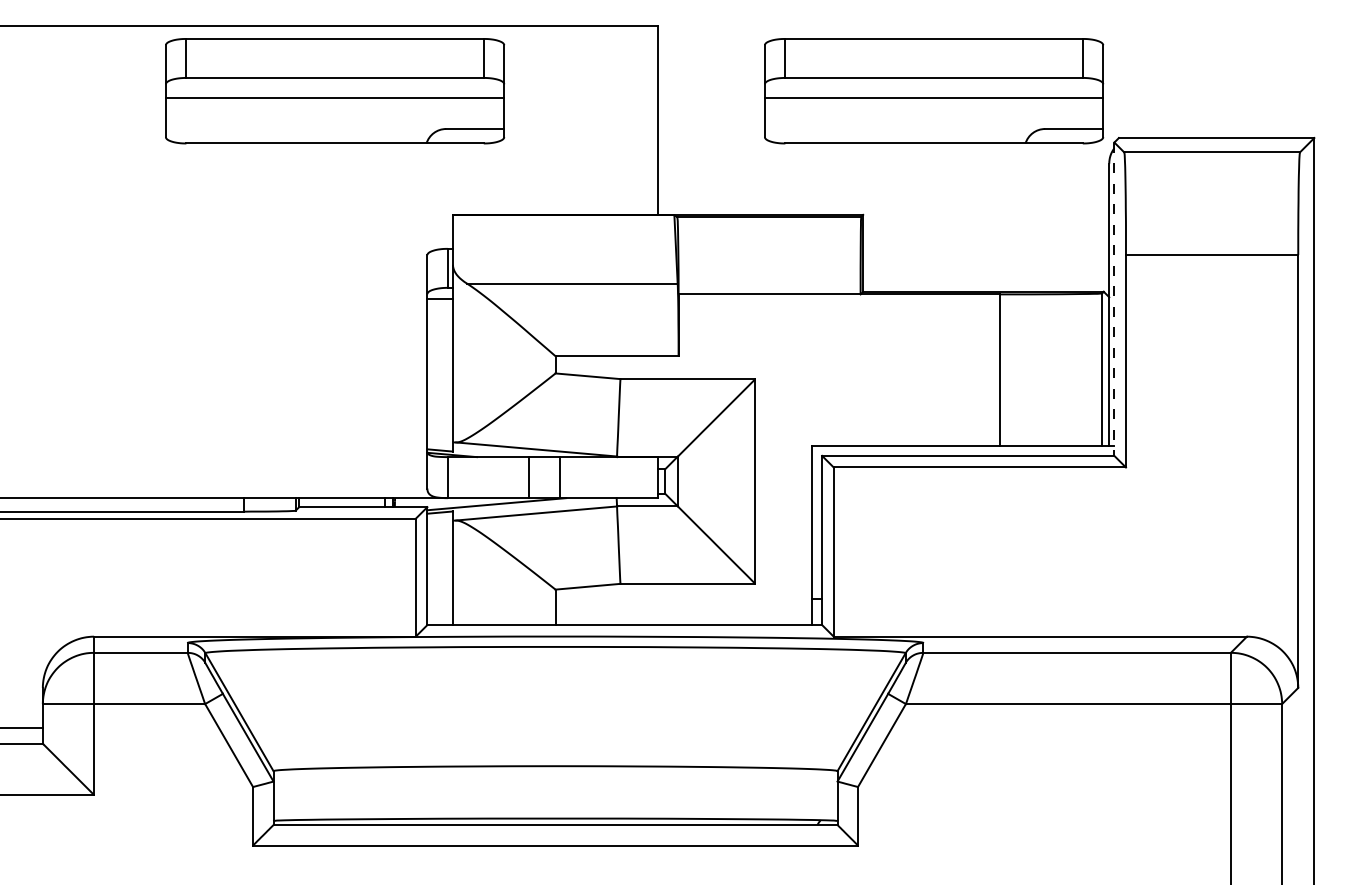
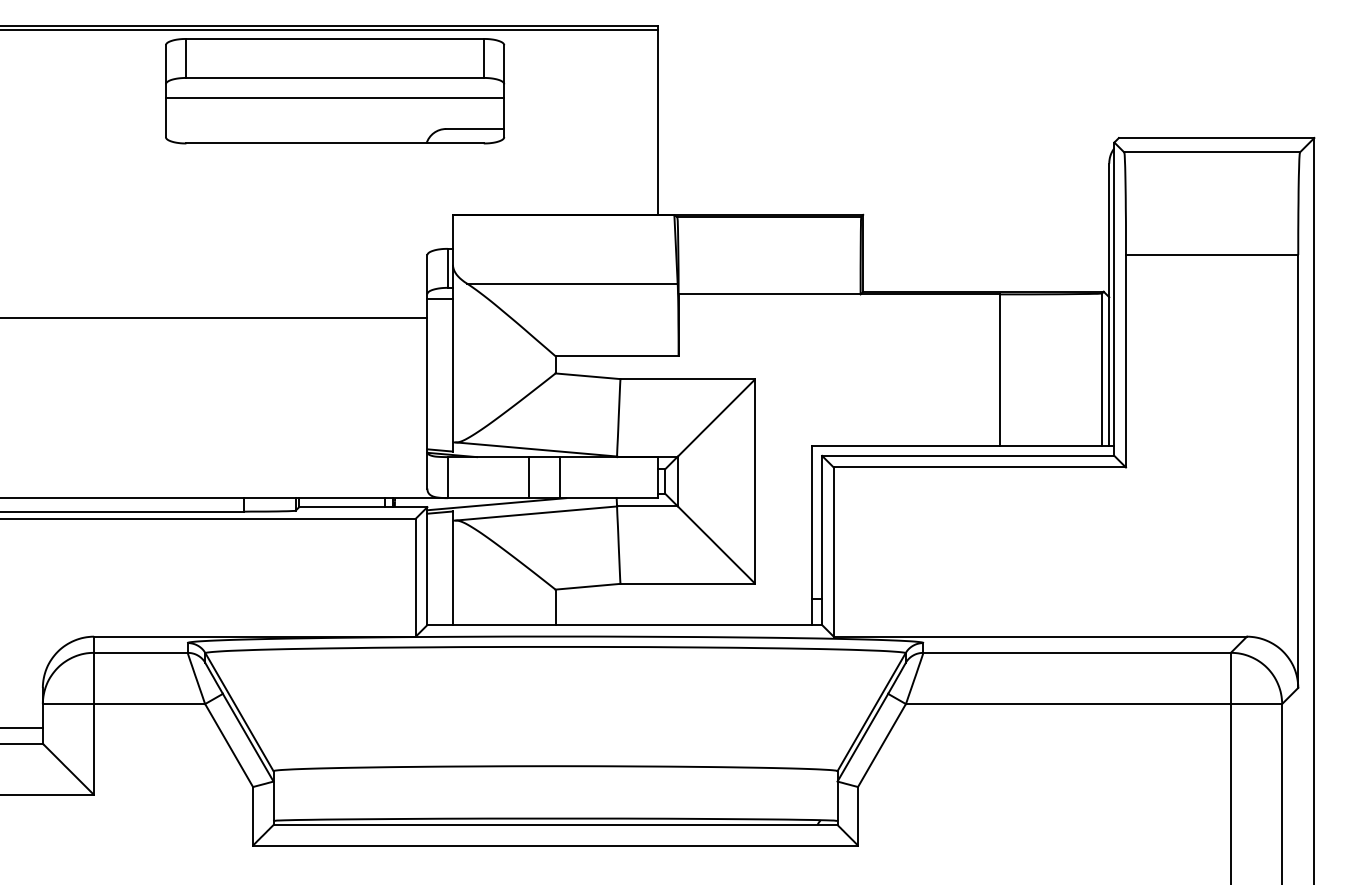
line at (330, 29): none -> present
part at (934, 91): present -> none
line at (1114, 299): dashed -> solid
line at (214, 318): none -> present
